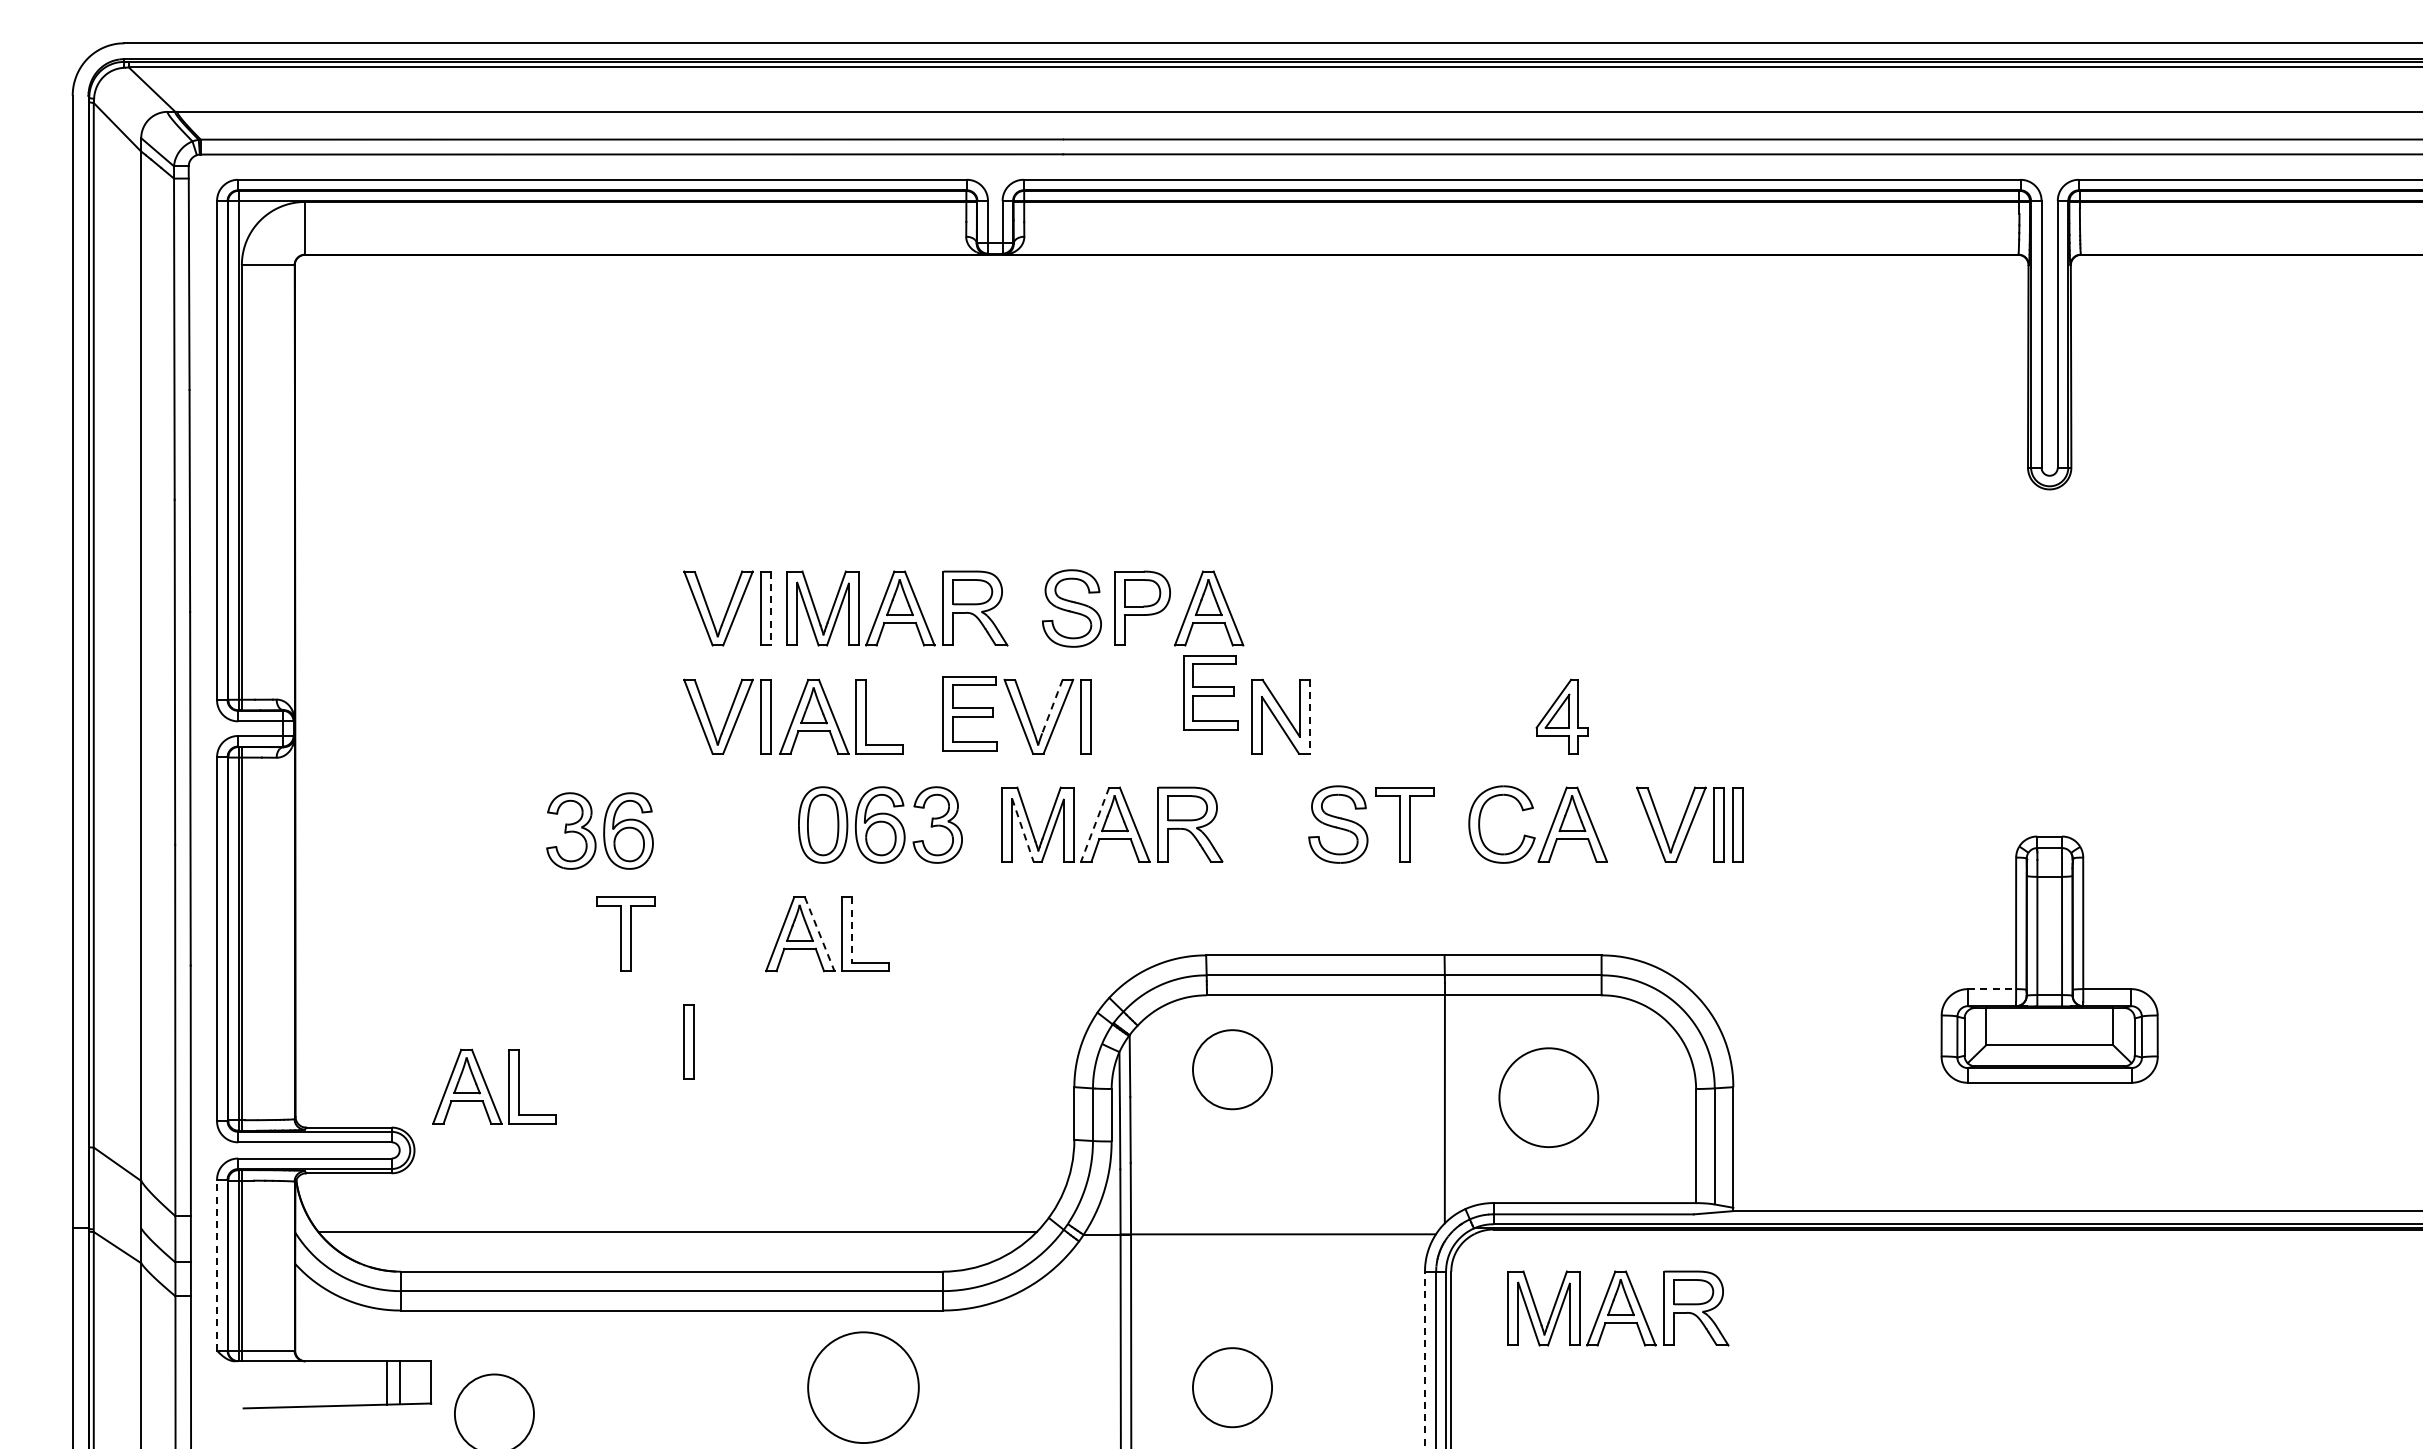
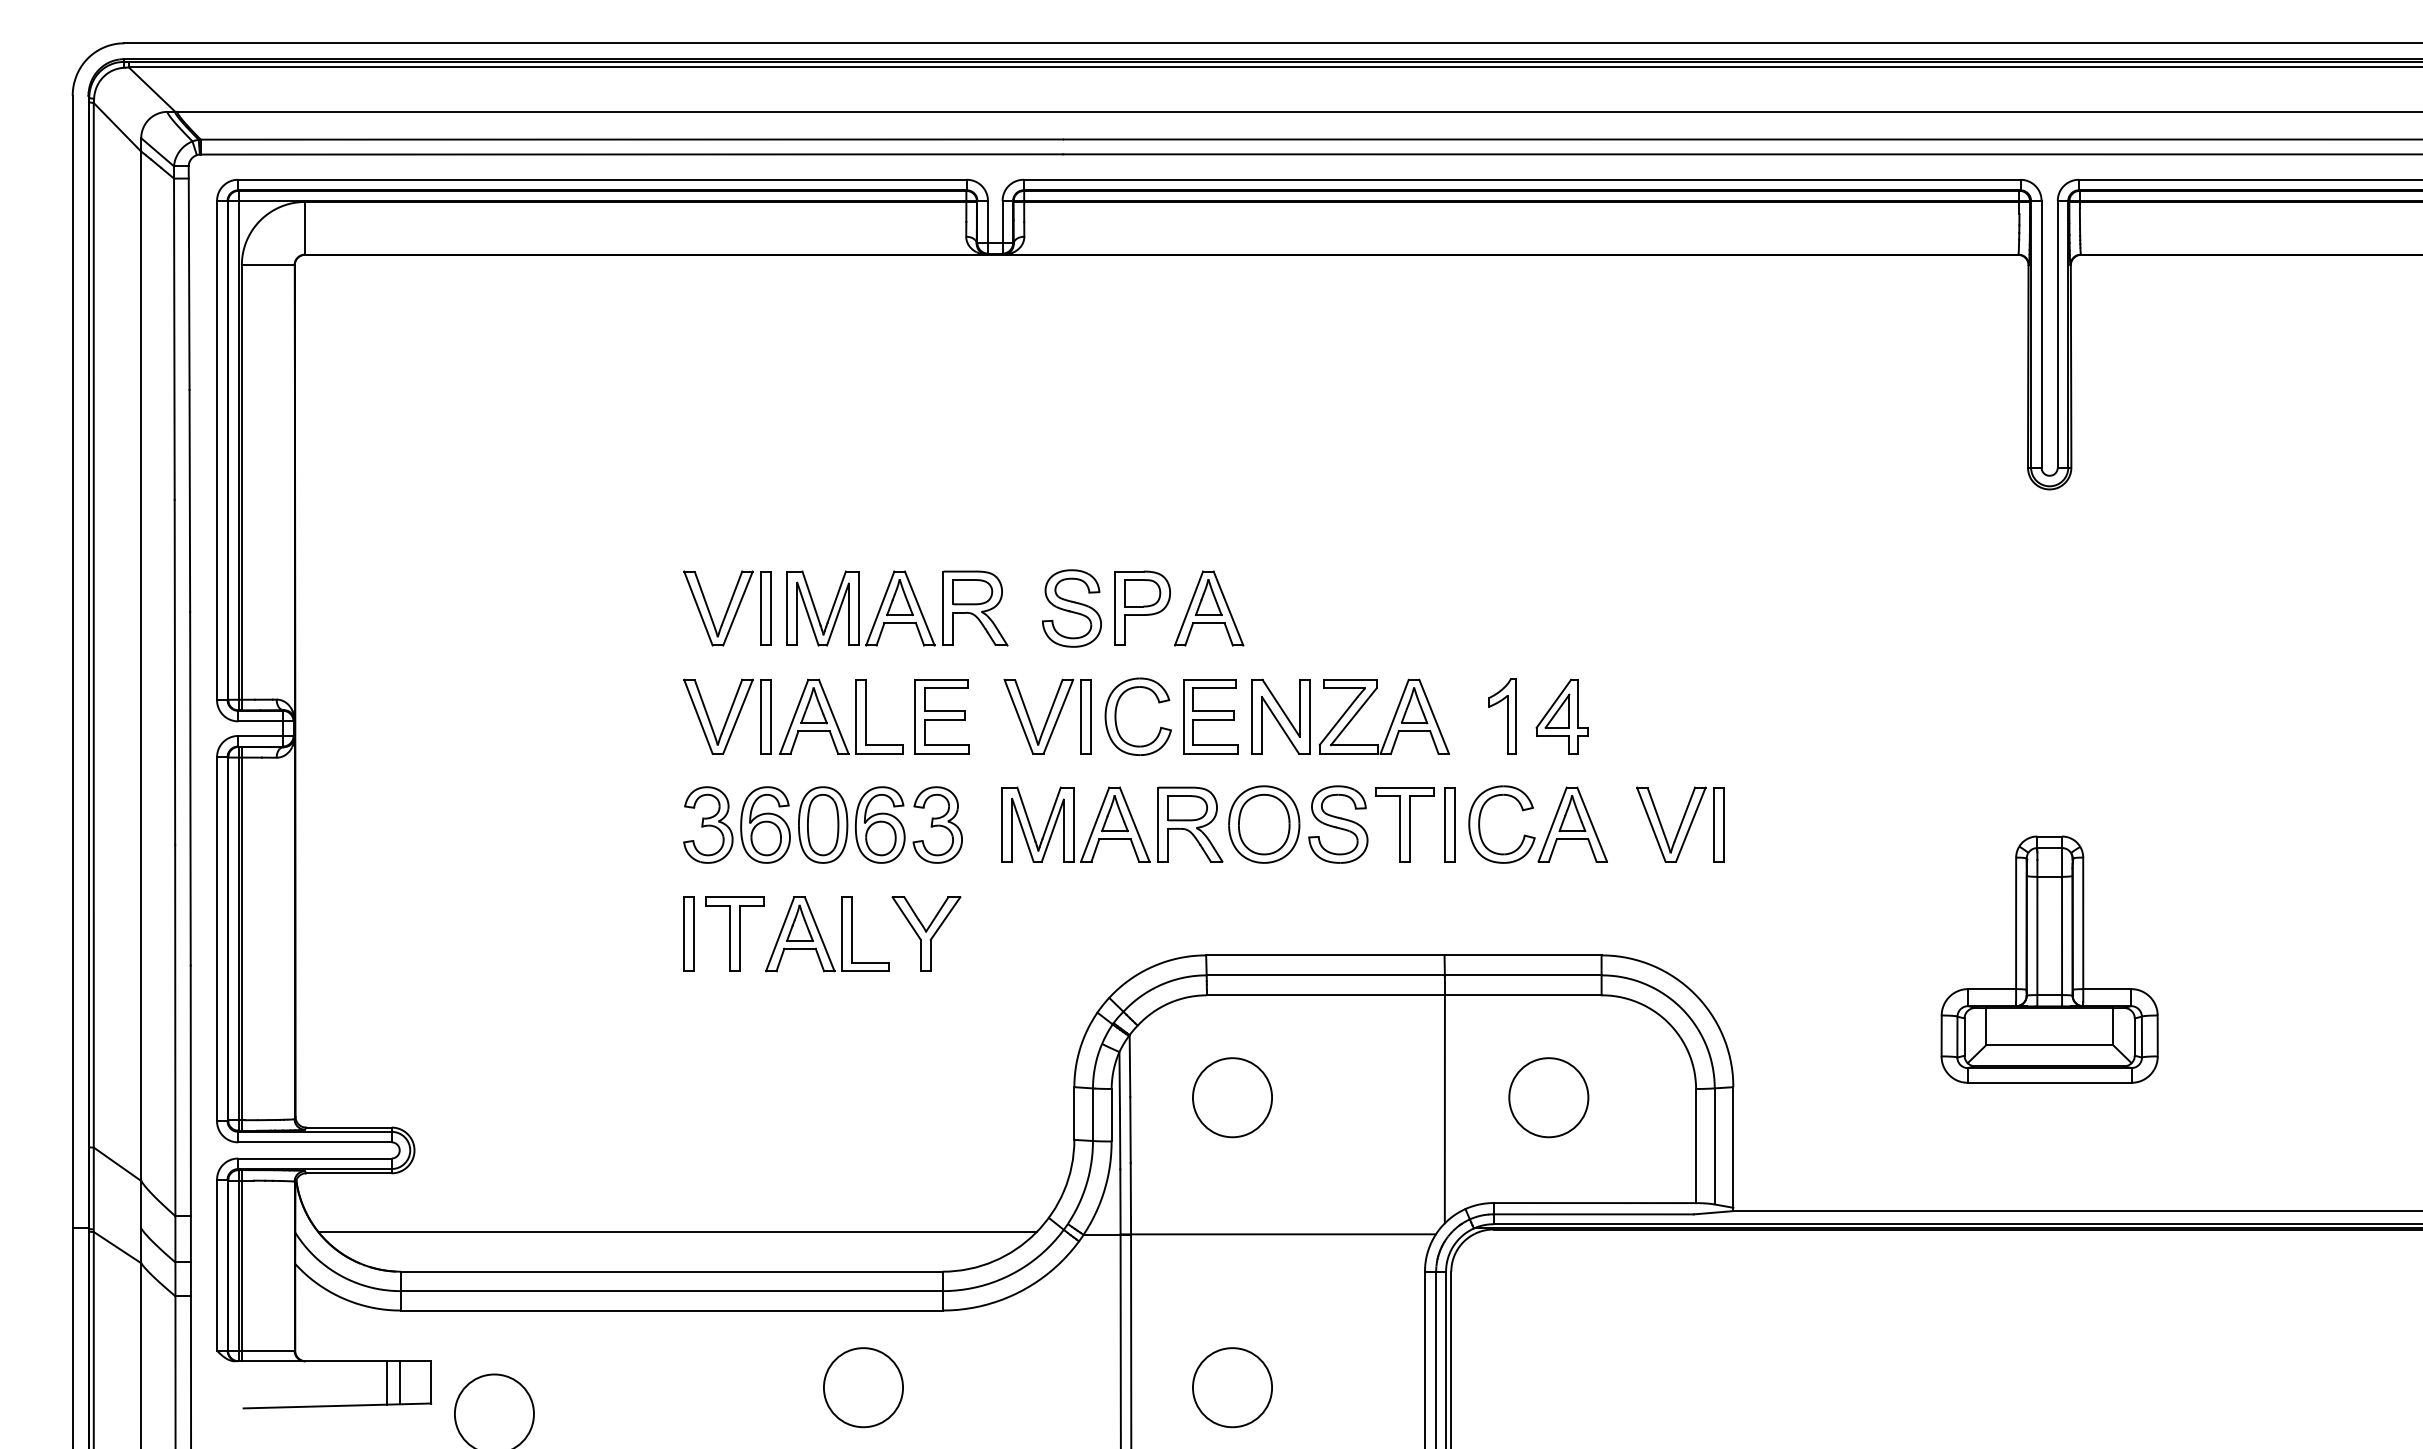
line at (770, 608): dashed -> solid
part at (1210, 692) position: (1210, 692) -> (1210, 716)
line at (1052, 706): dashed -> solid
part at (969, 713) position: (969, 713) -> (941, 716)
part at (1116, 716): none -> present
line at (1309, 716): dashed -> solid
part at (1502, 716): none -> present
part at (1391, 721): none -> present
line at (1095, 824): dashed -> solid
part at (1264, 824): none -> present
part at (1737, 824) position: (1737, 824) -> (1449, 824)
part at (599, 830) position: (599, 830) -> (736, 824)
line at (1023, 830): dashed -> solid
line at (852, 929): dashed -> solid
part at (625, 933) position: (625, 933) -> (734, 933)
part at (926, 933): none -> present
line at (819, 934): dashed -> solid
line at (1992, 989): dashed -> solid
part at (688, 1041) position: (688, 1041) -> (688, 933)
circle at (1232, 1069) position: (1232, 1069) -> (1232, 1097)
part at (488, 1088): present -> none
circle at (1548, 1097) diameter: 99 px -> 79 px
line at (217, 1265): dashed -> solid
part at (1618, 1308): present -> none
line at (1425, 1359): dashed -> solid
circle at (863, 1387) diameter: 111 px -> 79 px
